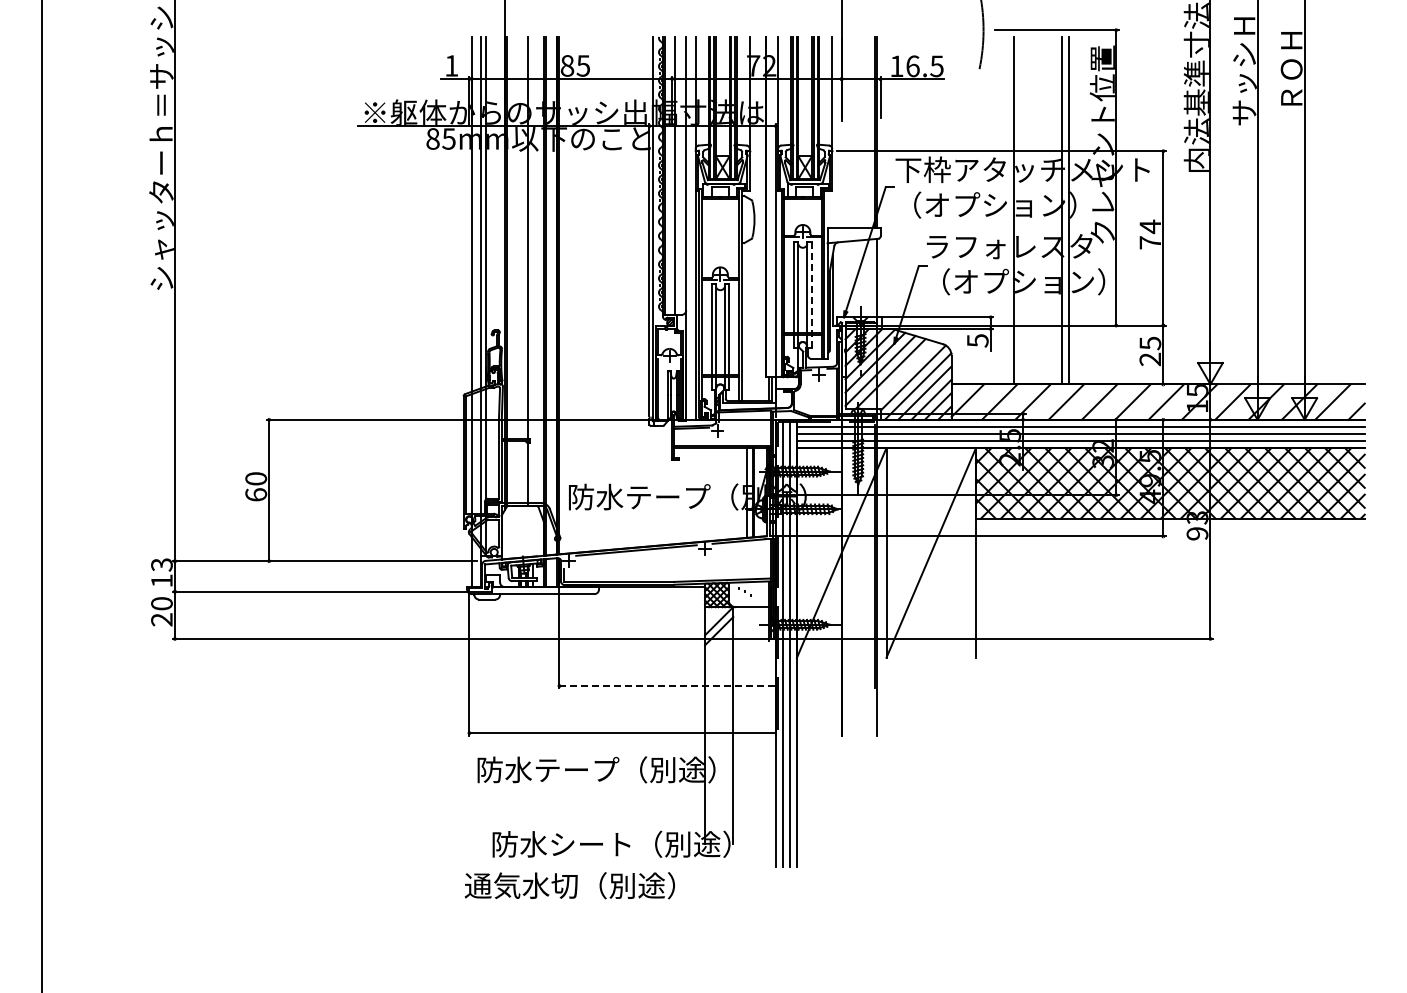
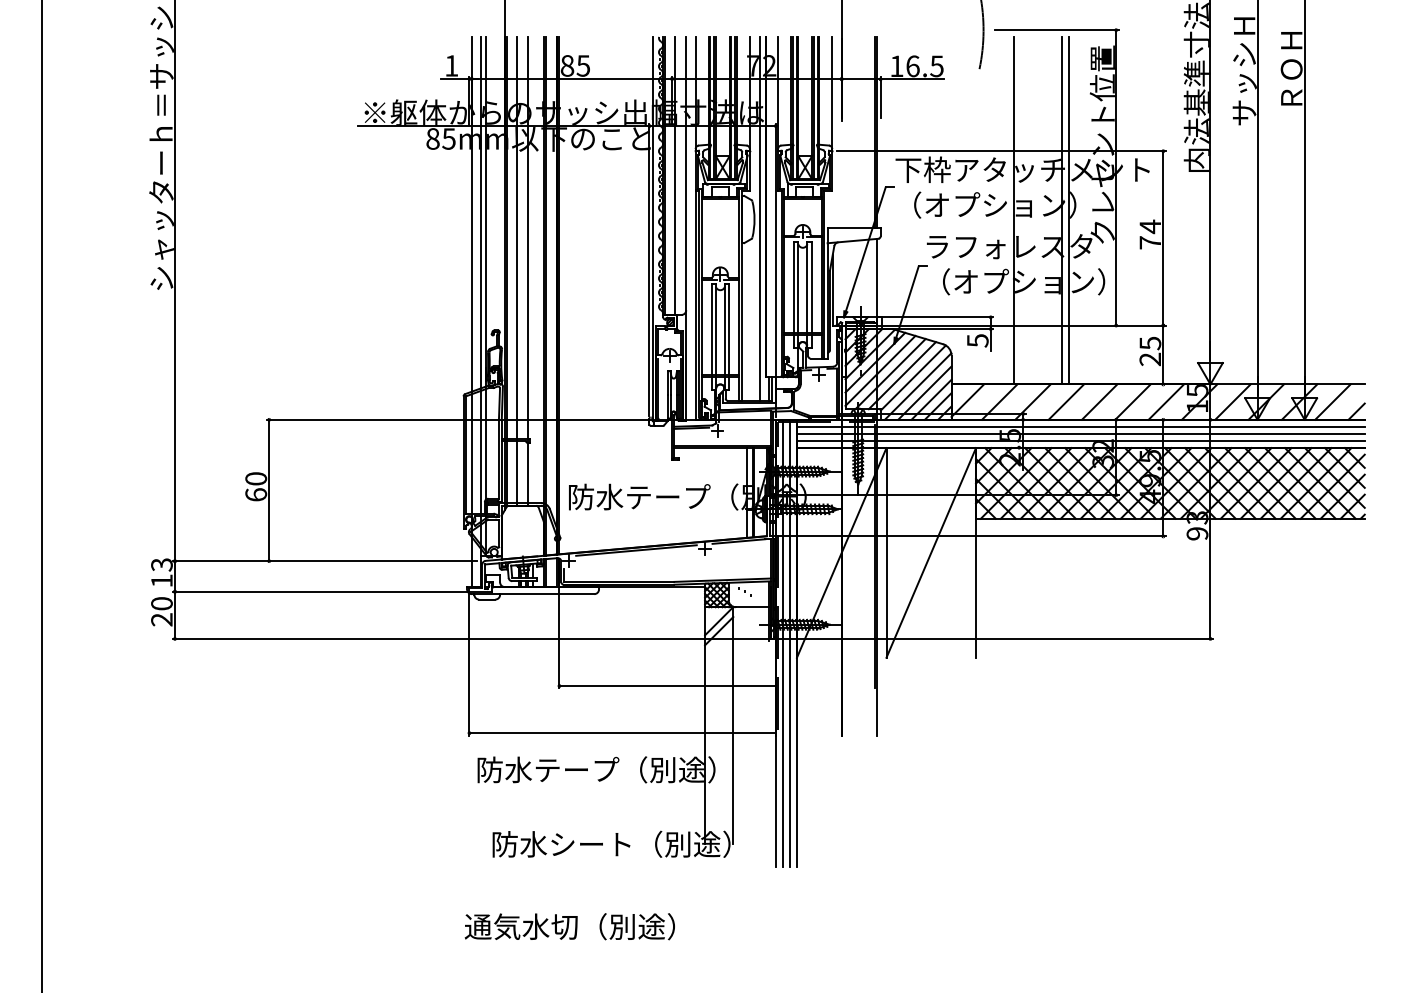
line at (760, 218): none -> present
line at (517, 270): none -> present
line at (811, 294): dashed -> solid
line at (901, 375): none -> present
line at (668, 686): dashed -> solid
text at (569, 885) position: (569, 885) -> (569, 926)
